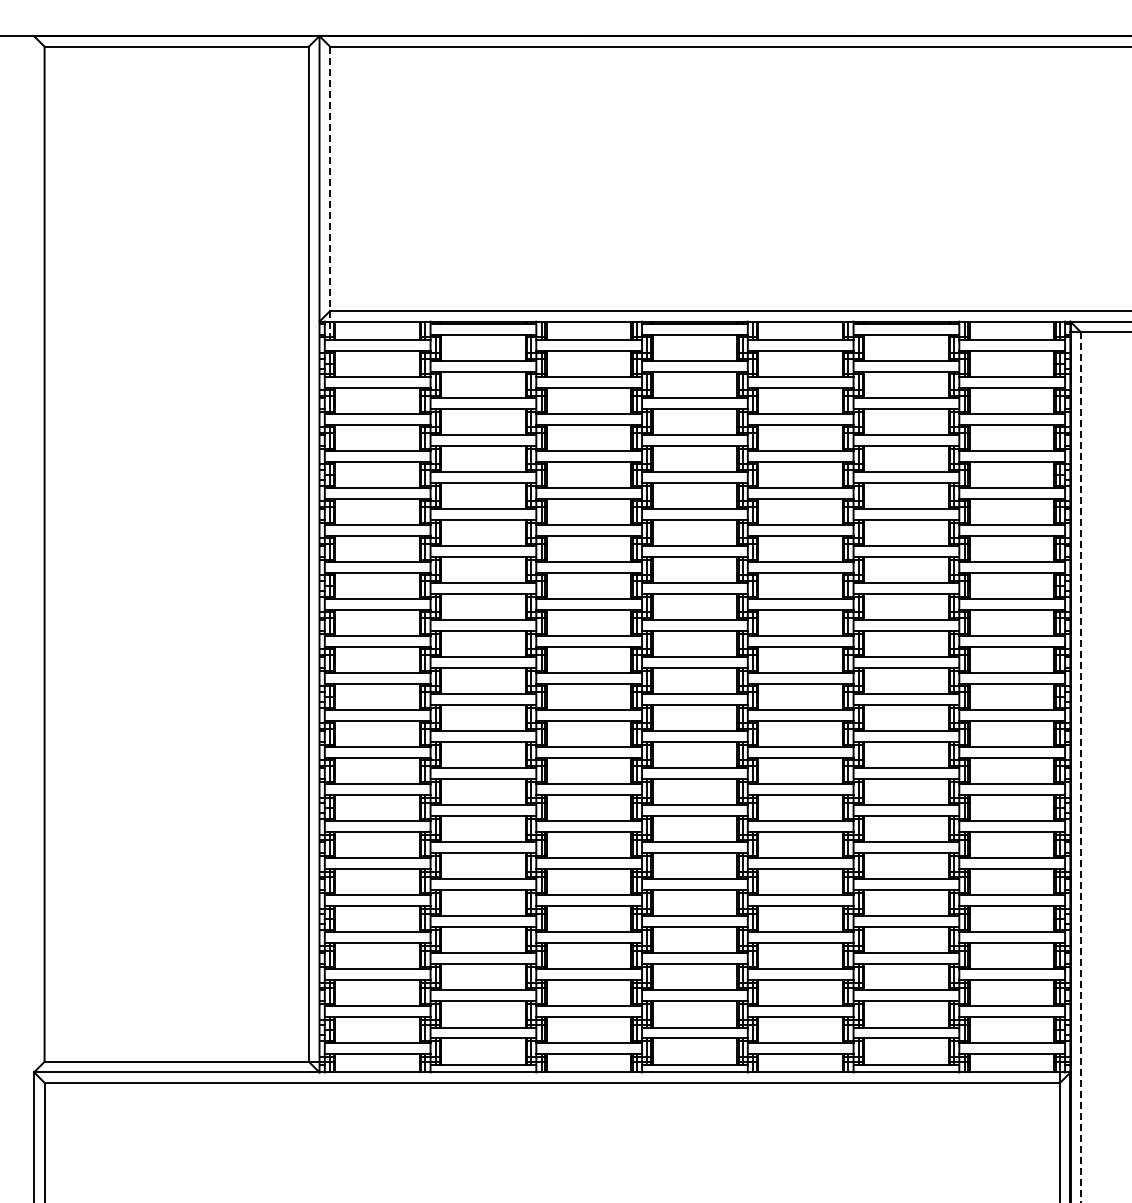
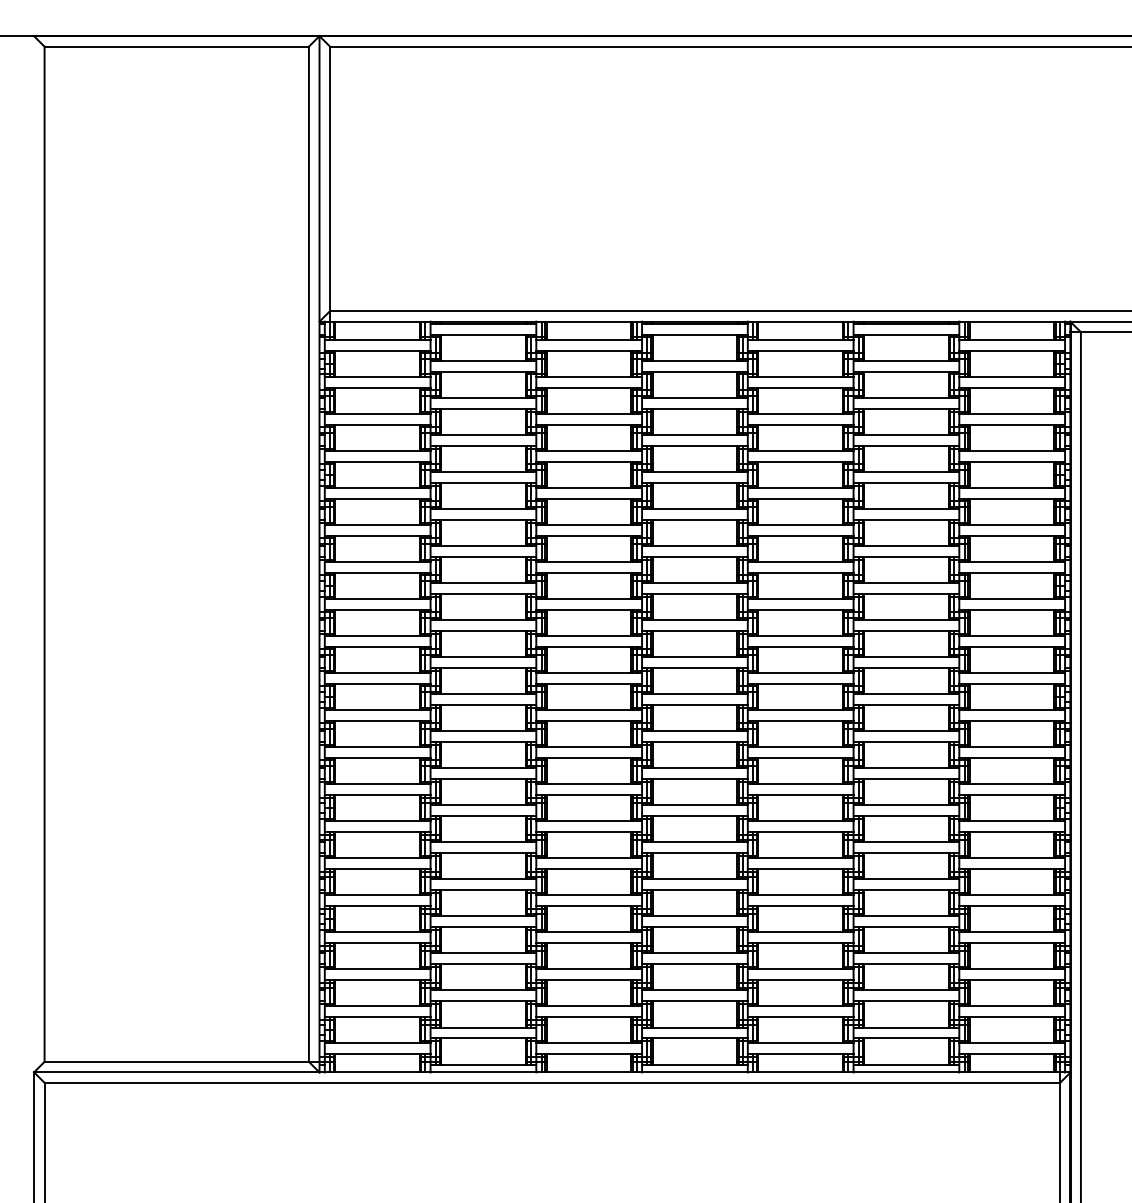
line at (330, 193): dashed -> solid
line at (1080, 767): dashed -> solid
